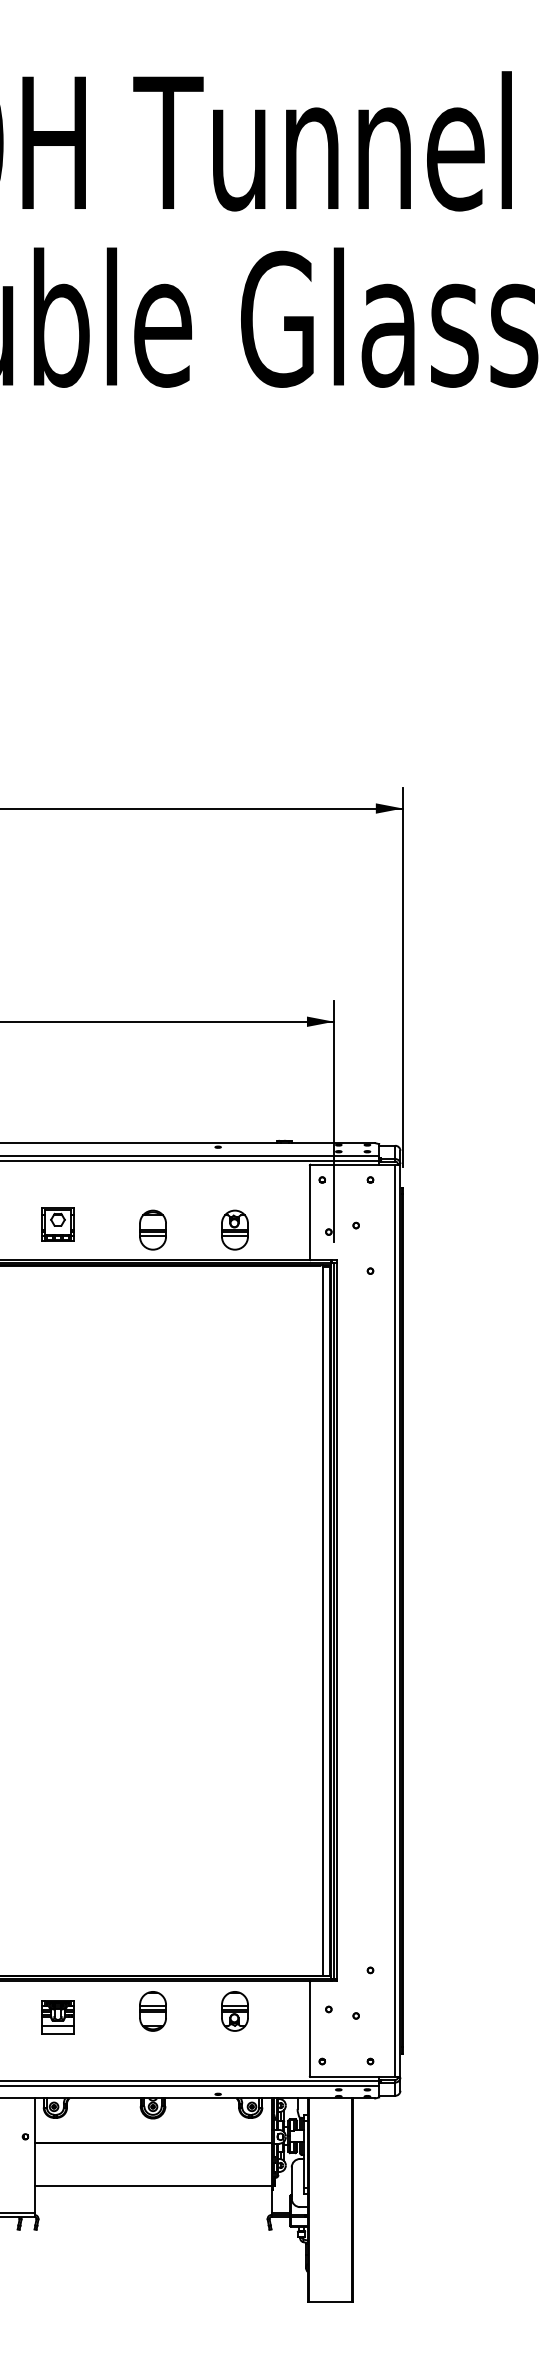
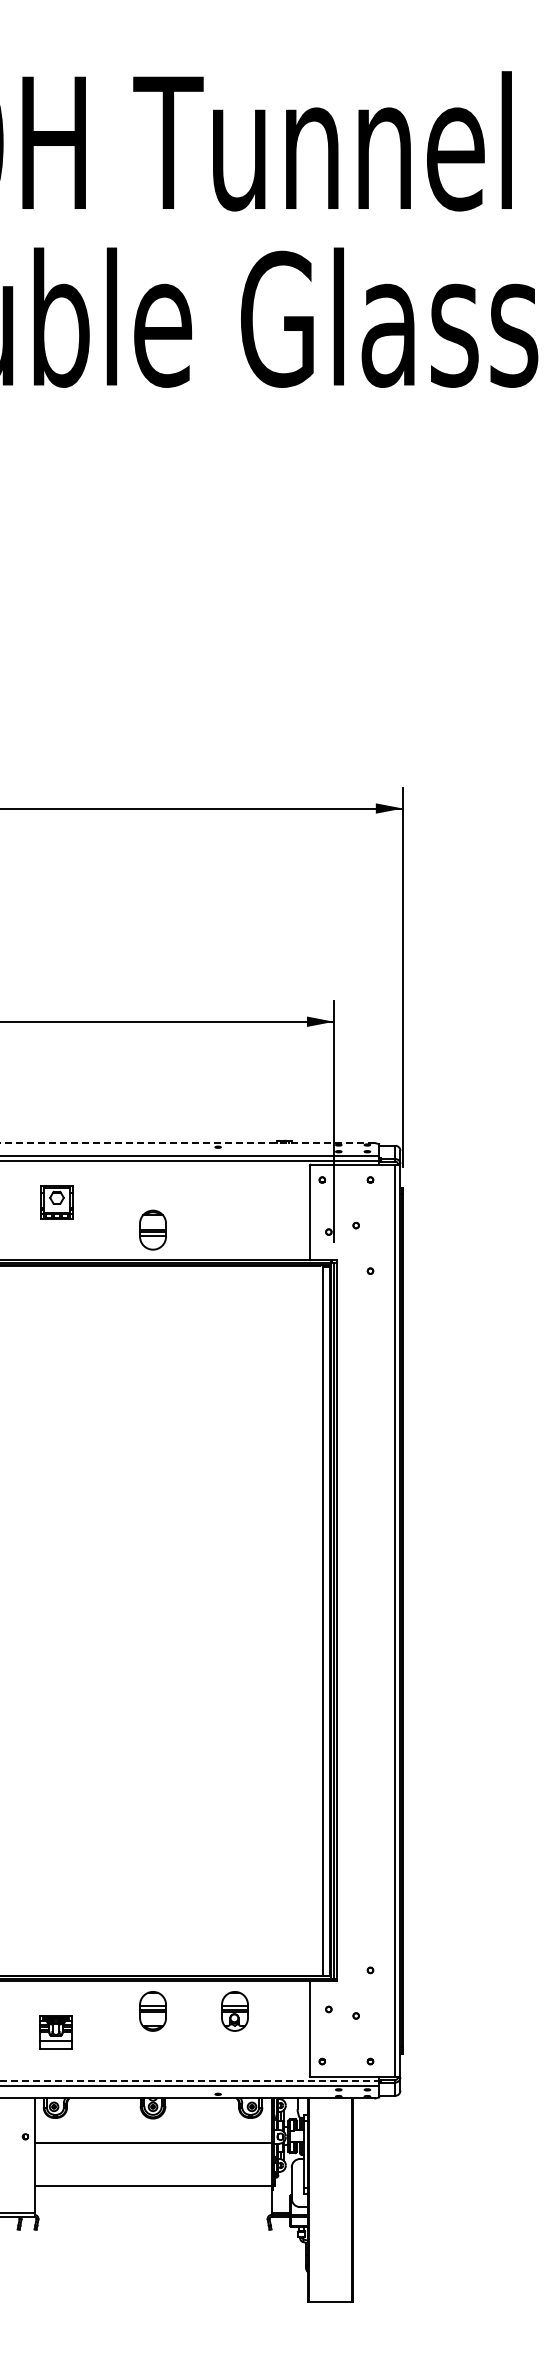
line at (187, 1143): solid -> dashed
part at (57, 1224) position: (57, 1224) -> (56, 1202)
part at (234, 1229): present -> none
part at (57, 2017) position: (57, 2017) -> (55, 2032)
line at (190, 2081): solid -> dashed
